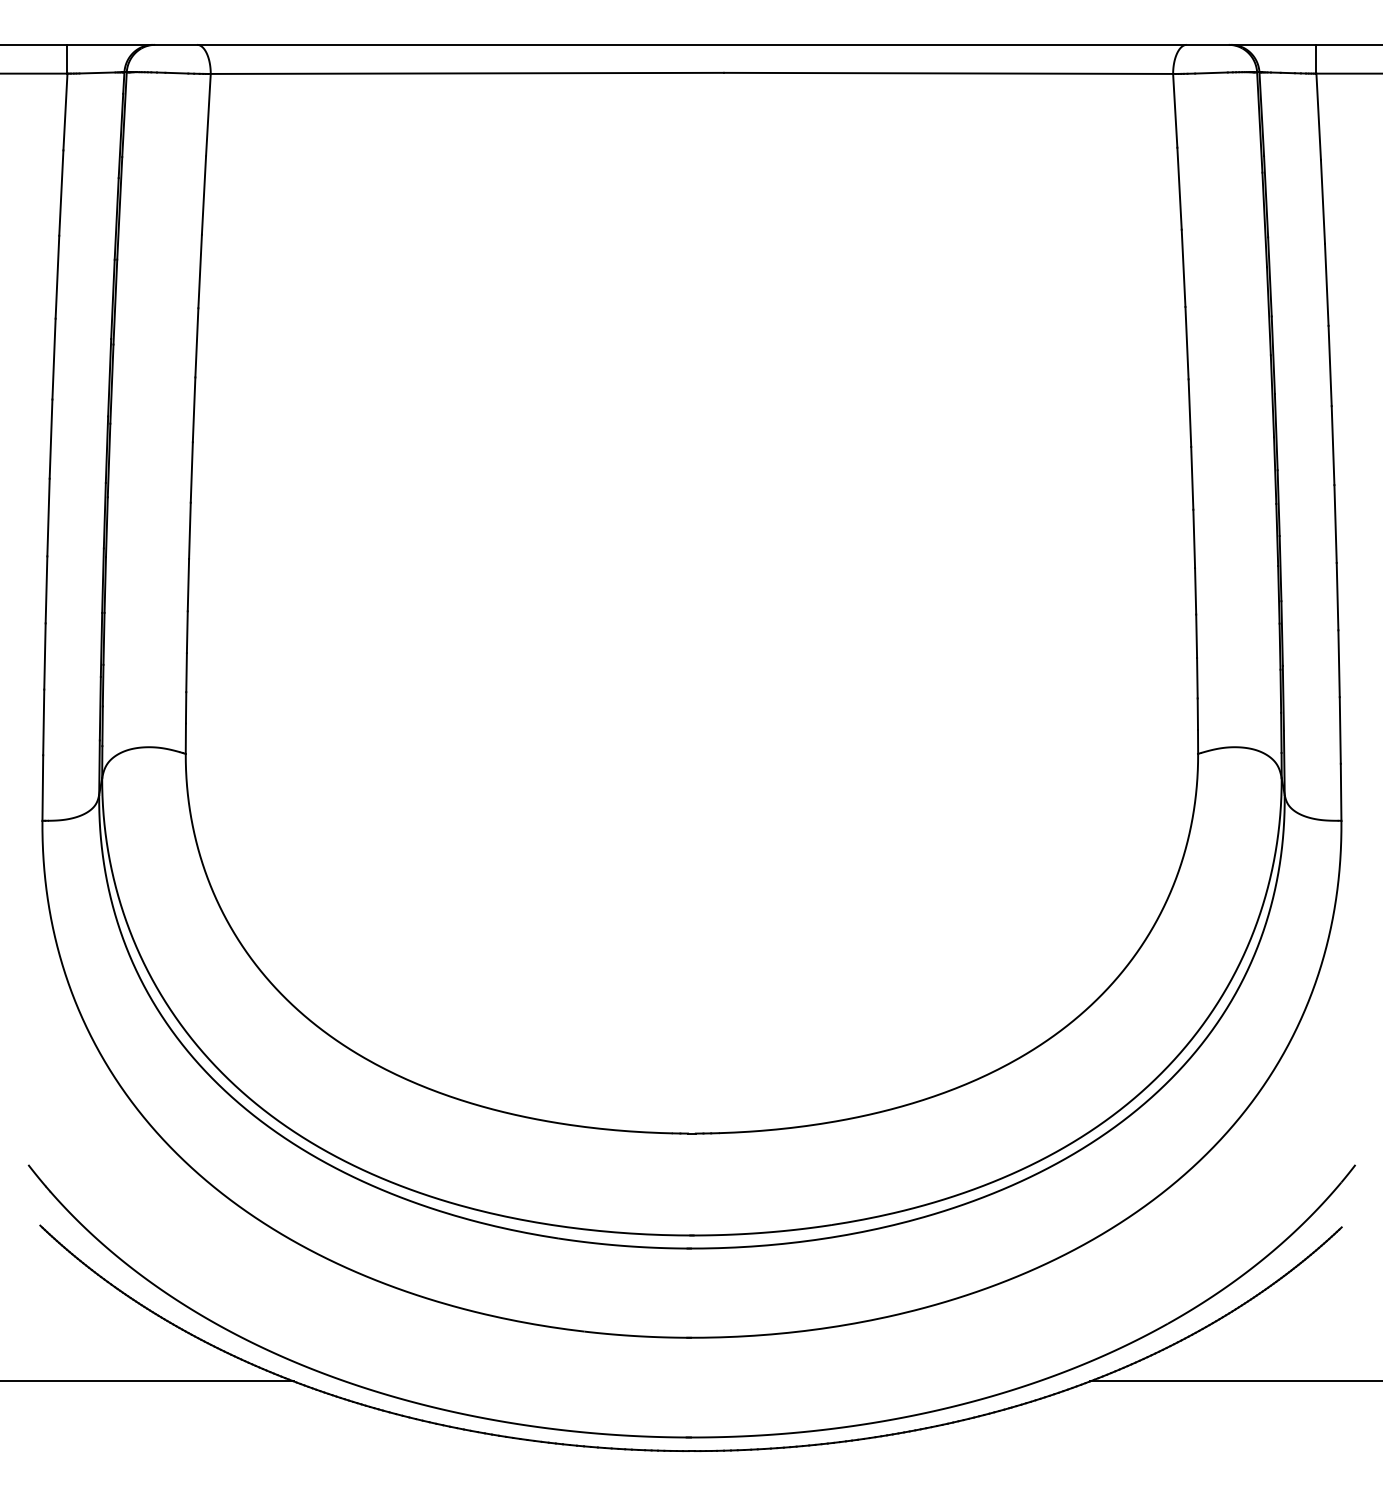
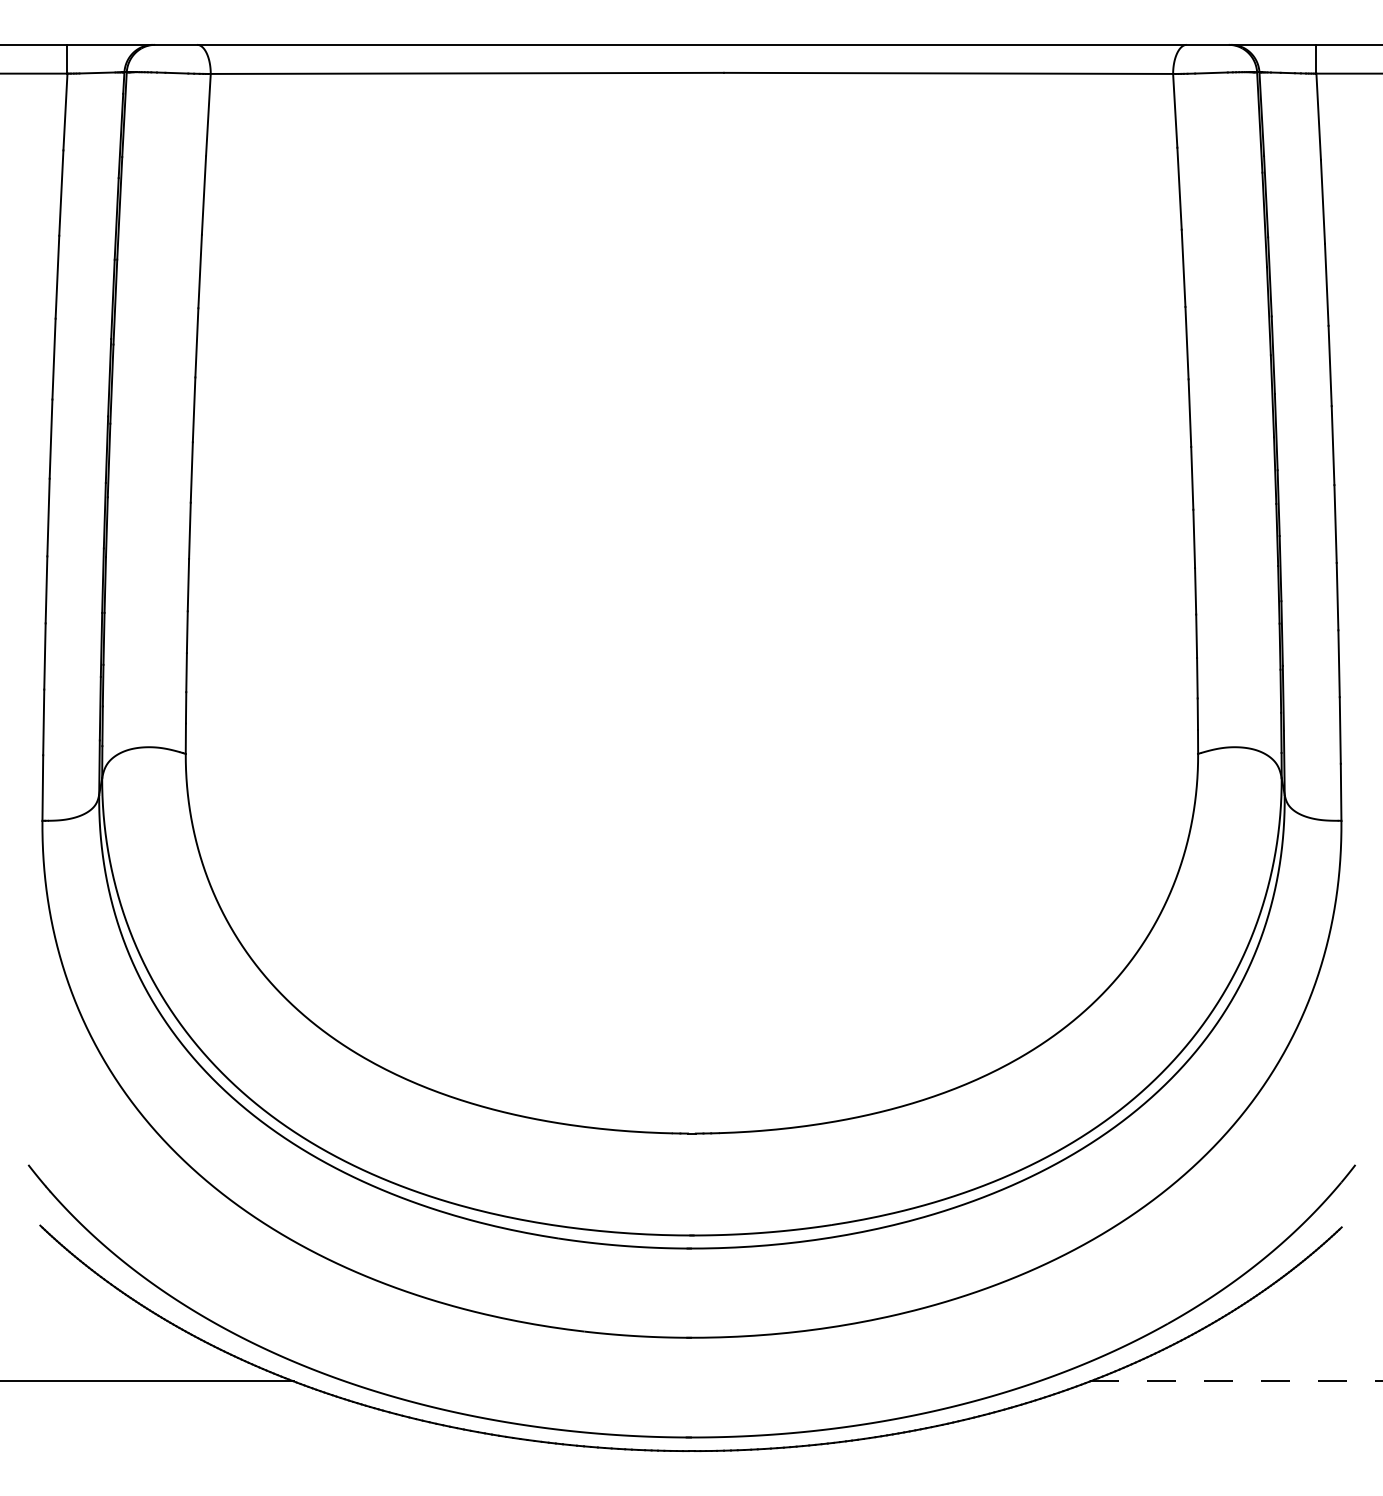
line at (1236, 1381): solid -> dashed
